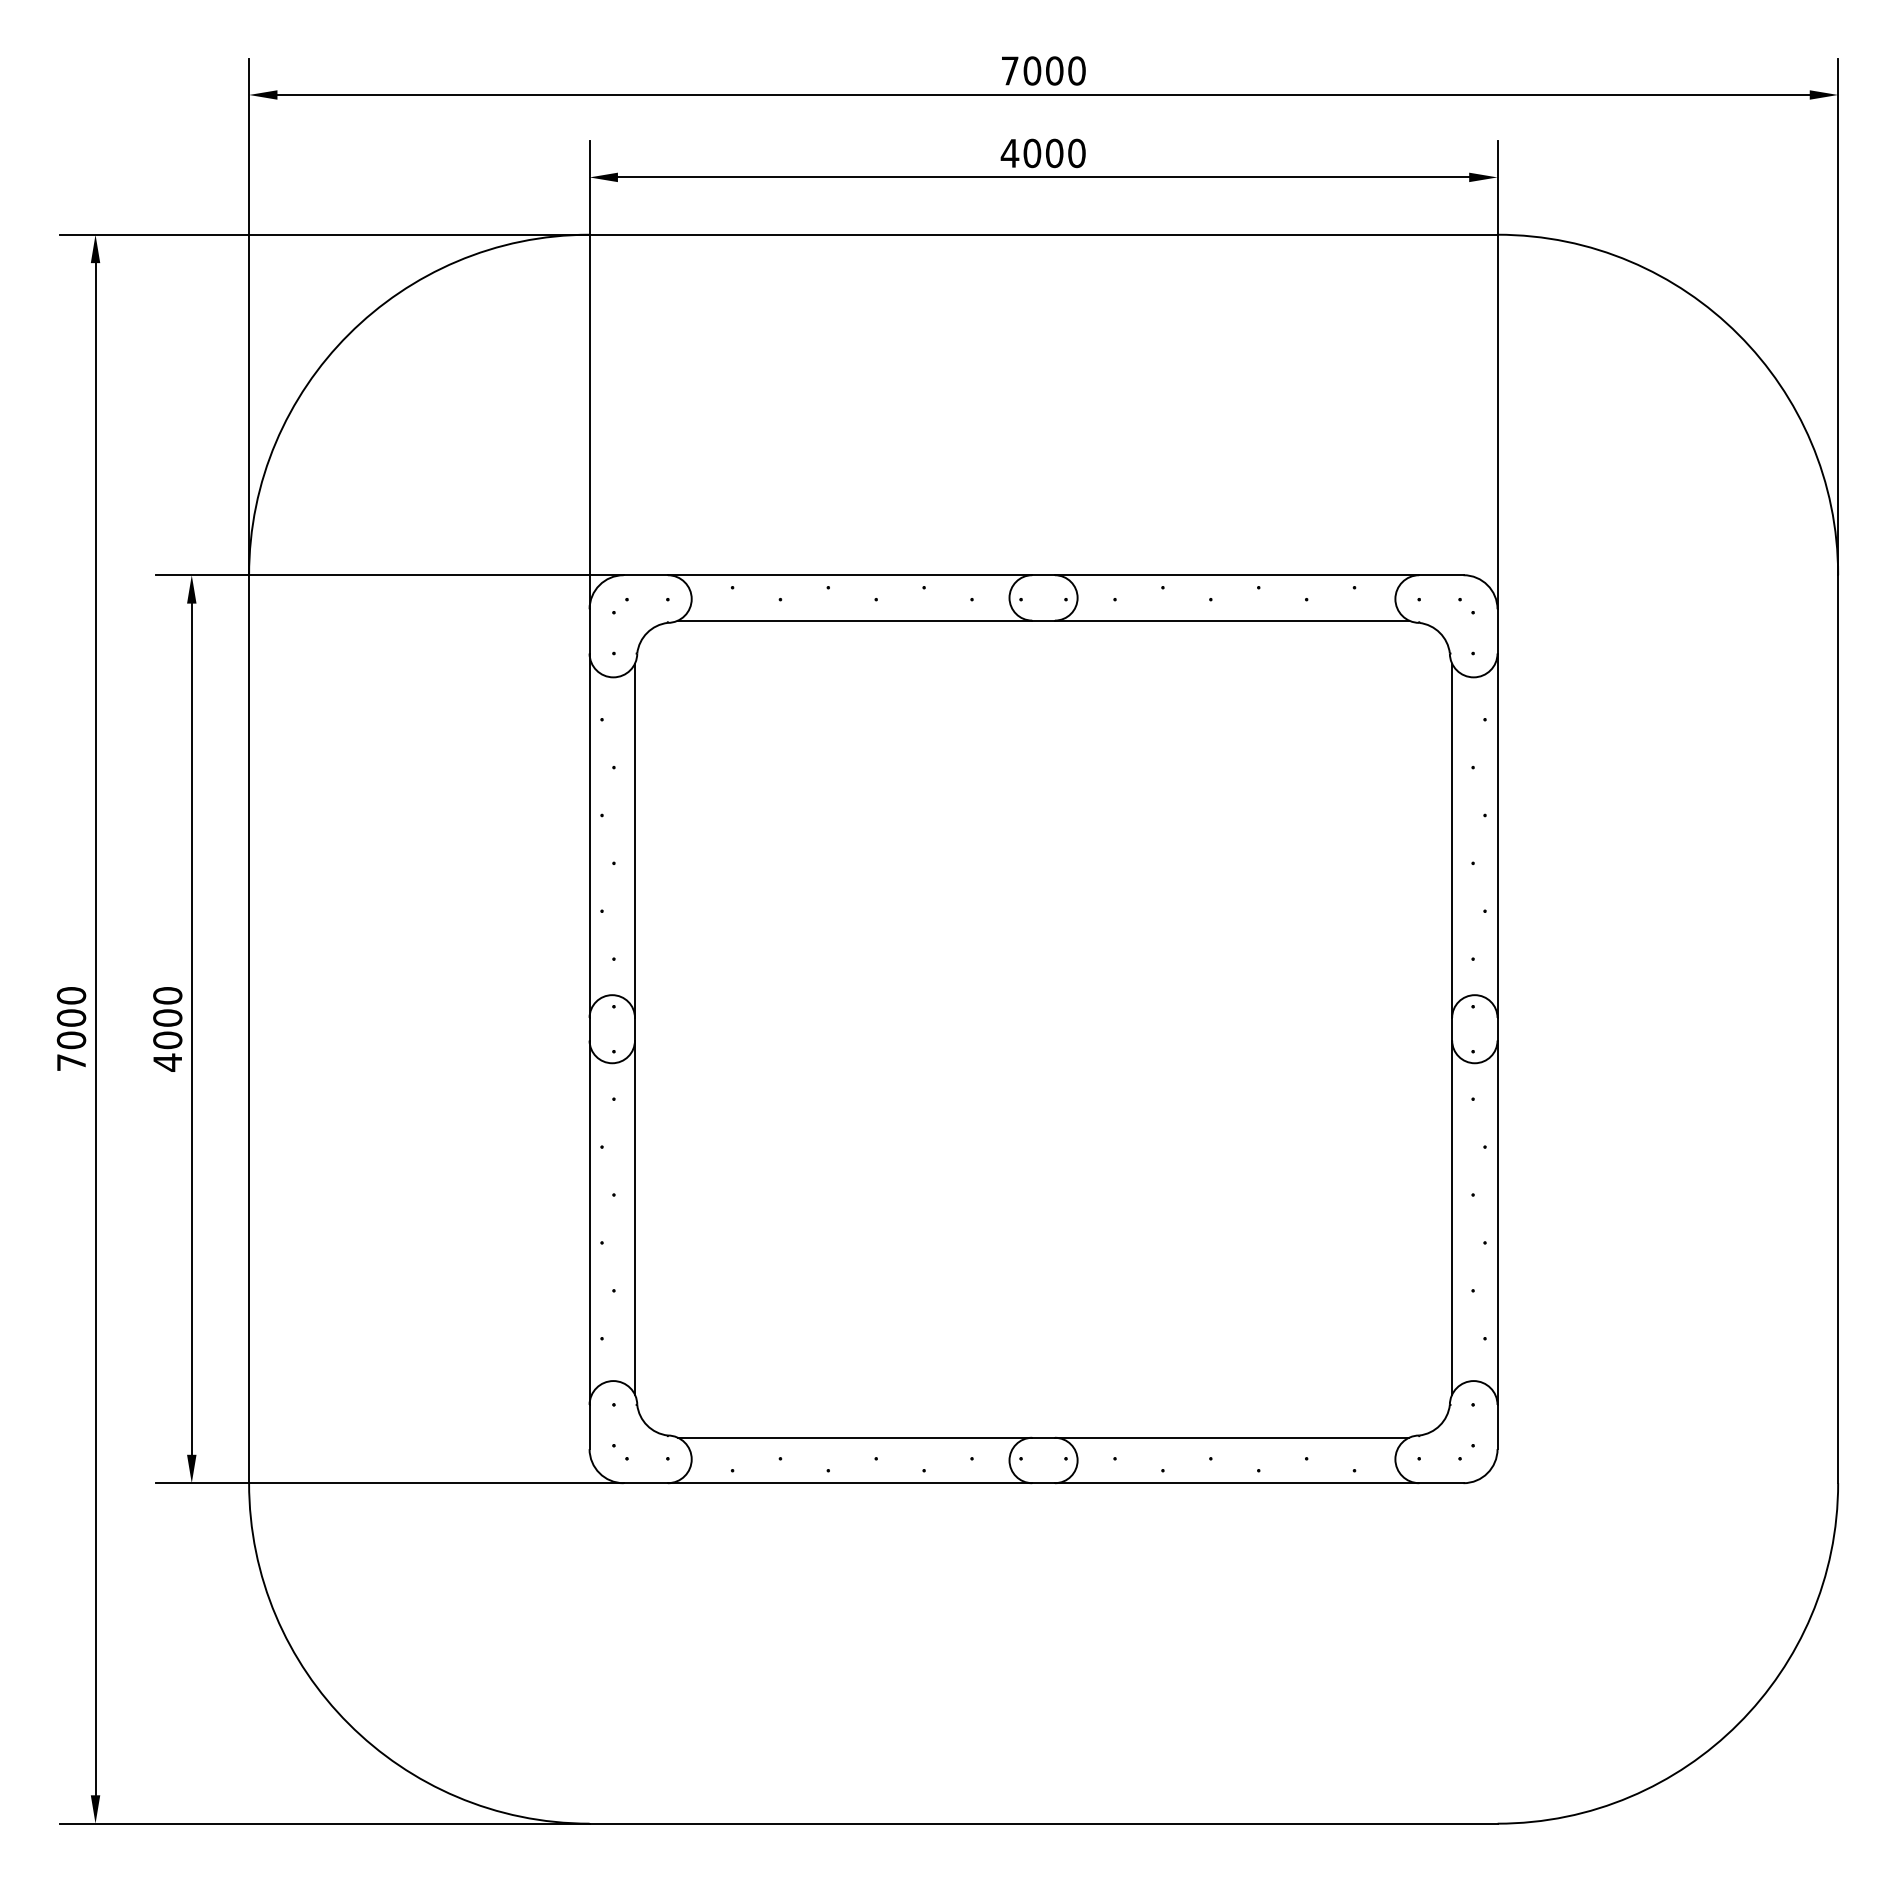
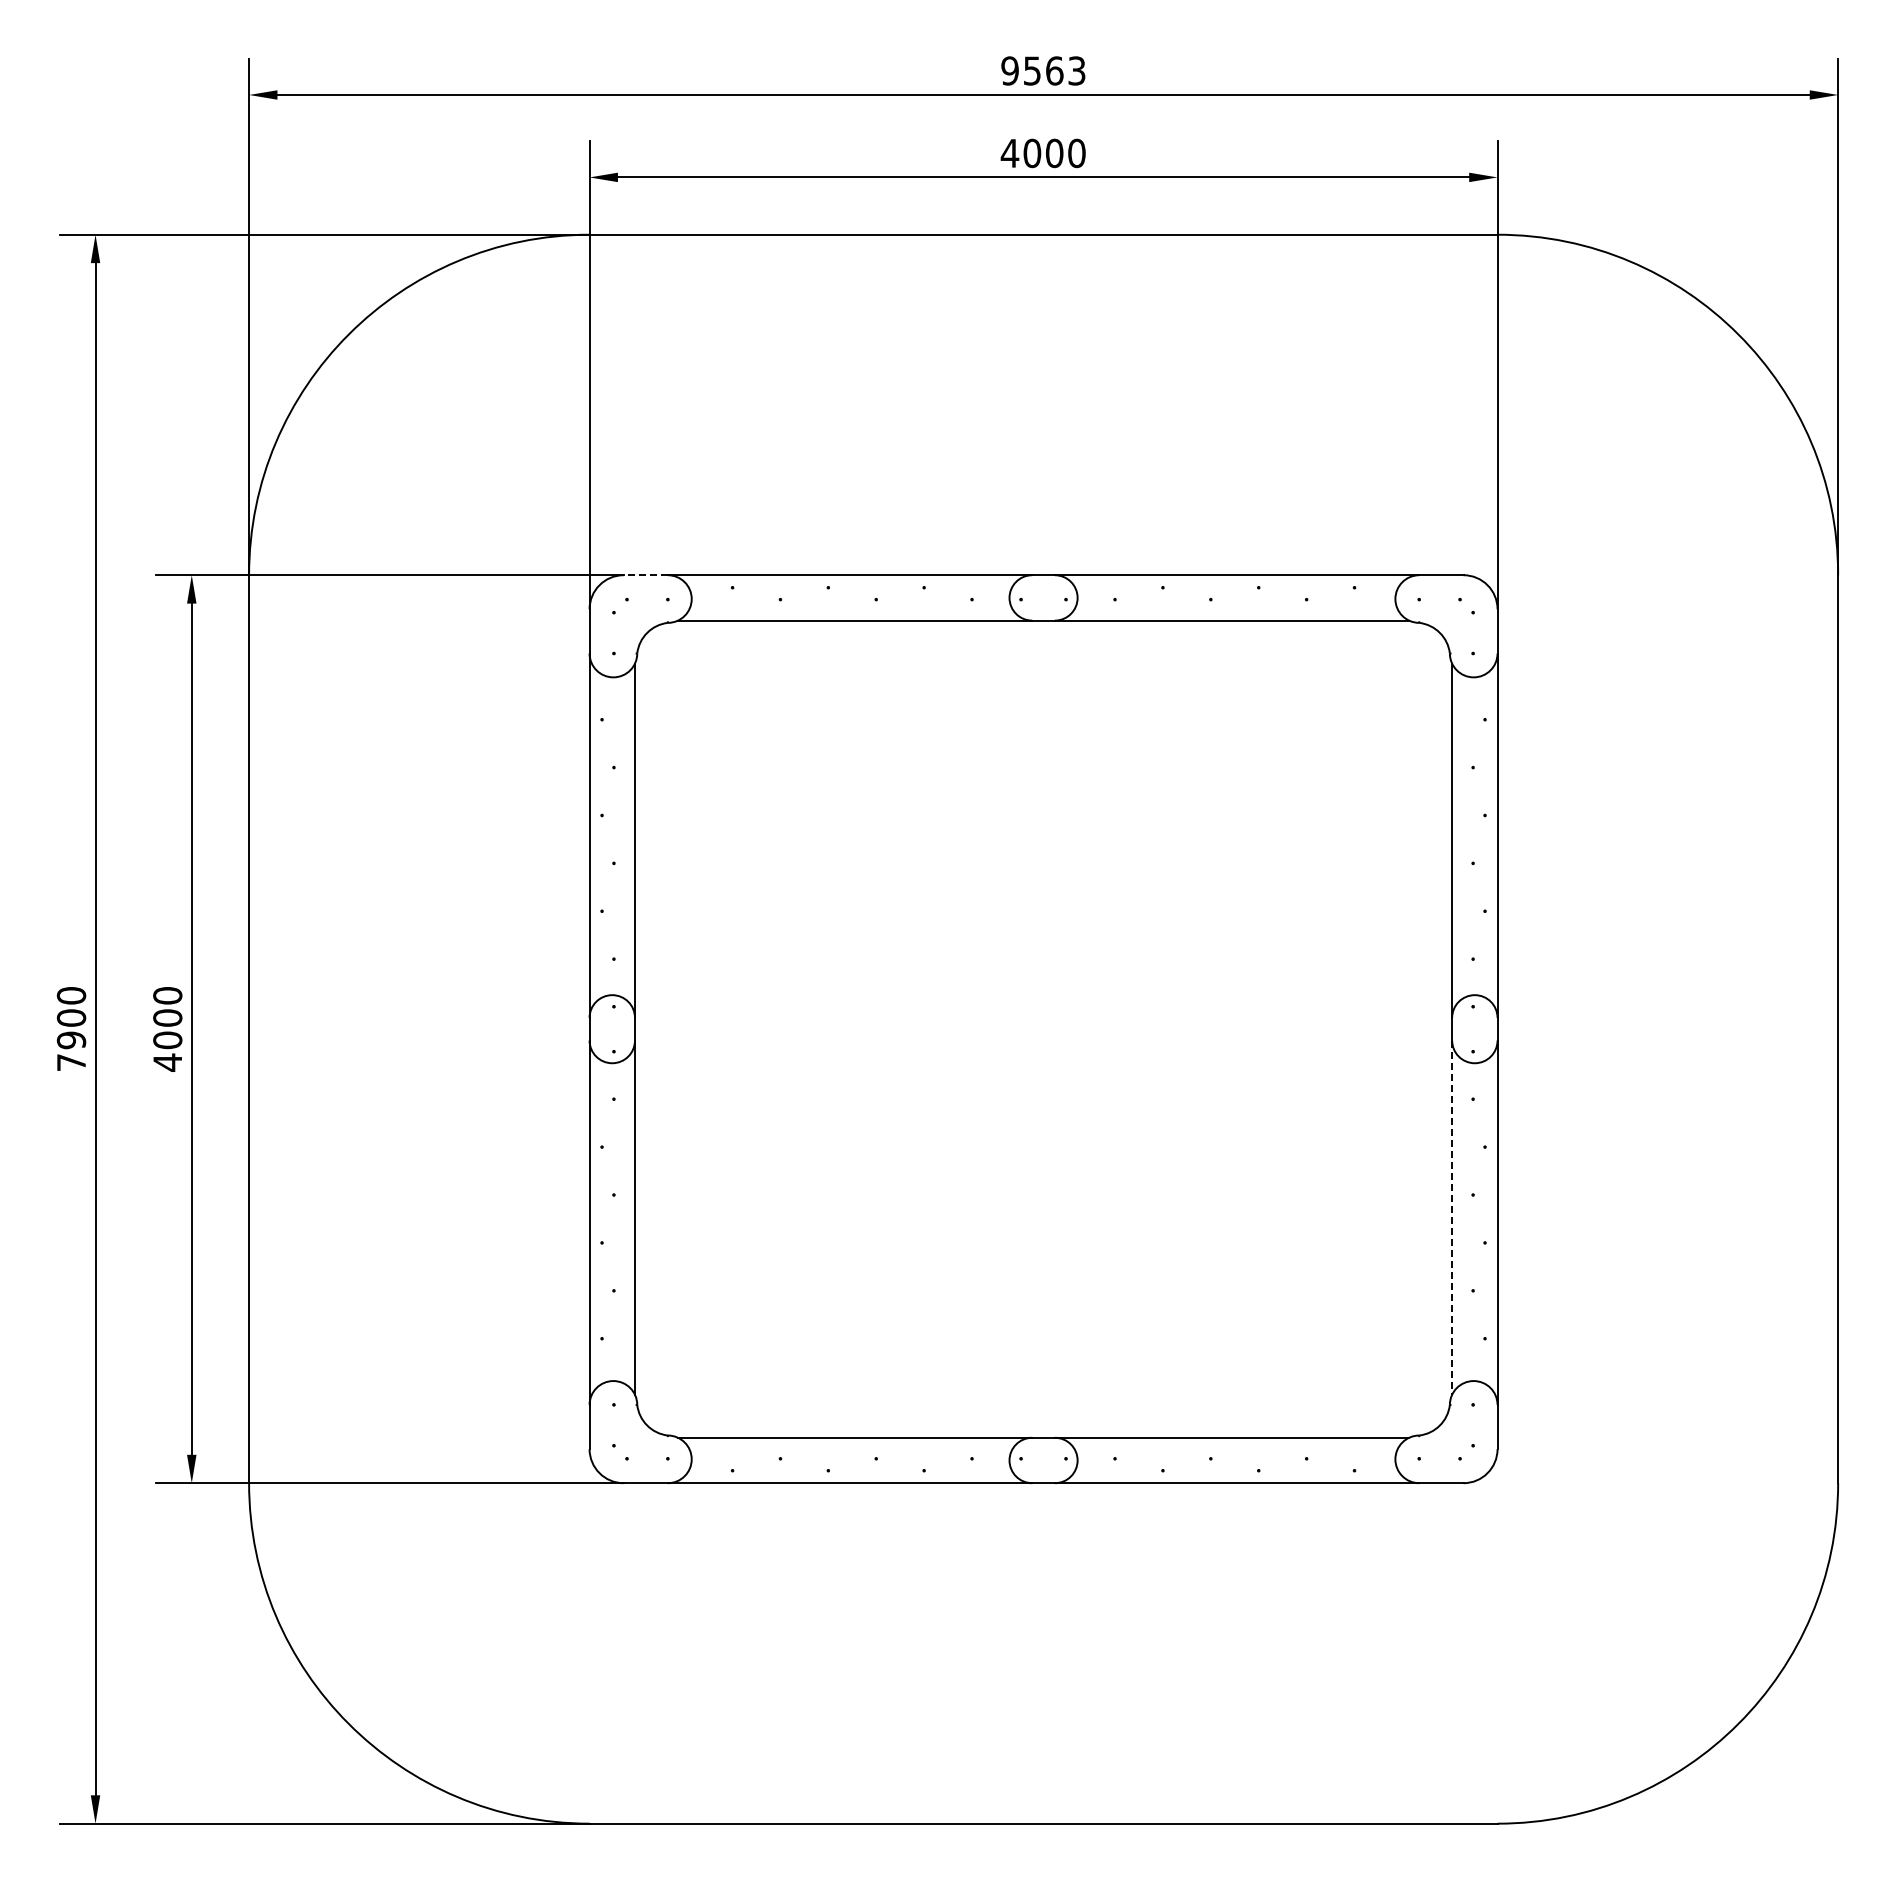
text at (1043, 70): 7000 -> 9563
line at (645, 575): solid -> dashed
text at (71, 1040): 7000 -> 7900
line at (1452, 1218): solid -> dashed
